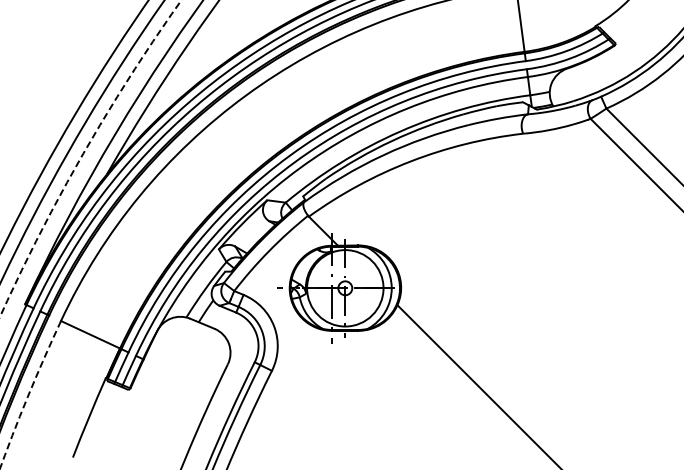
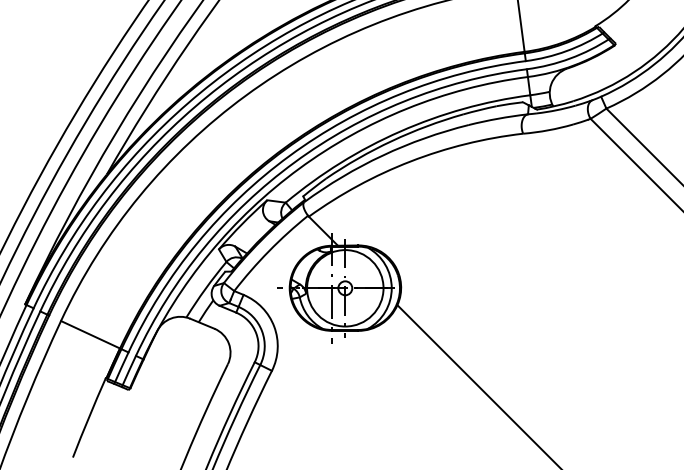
arc at (83, 153): dashed -> solid
arc at (28, 394): dashed -> solid
